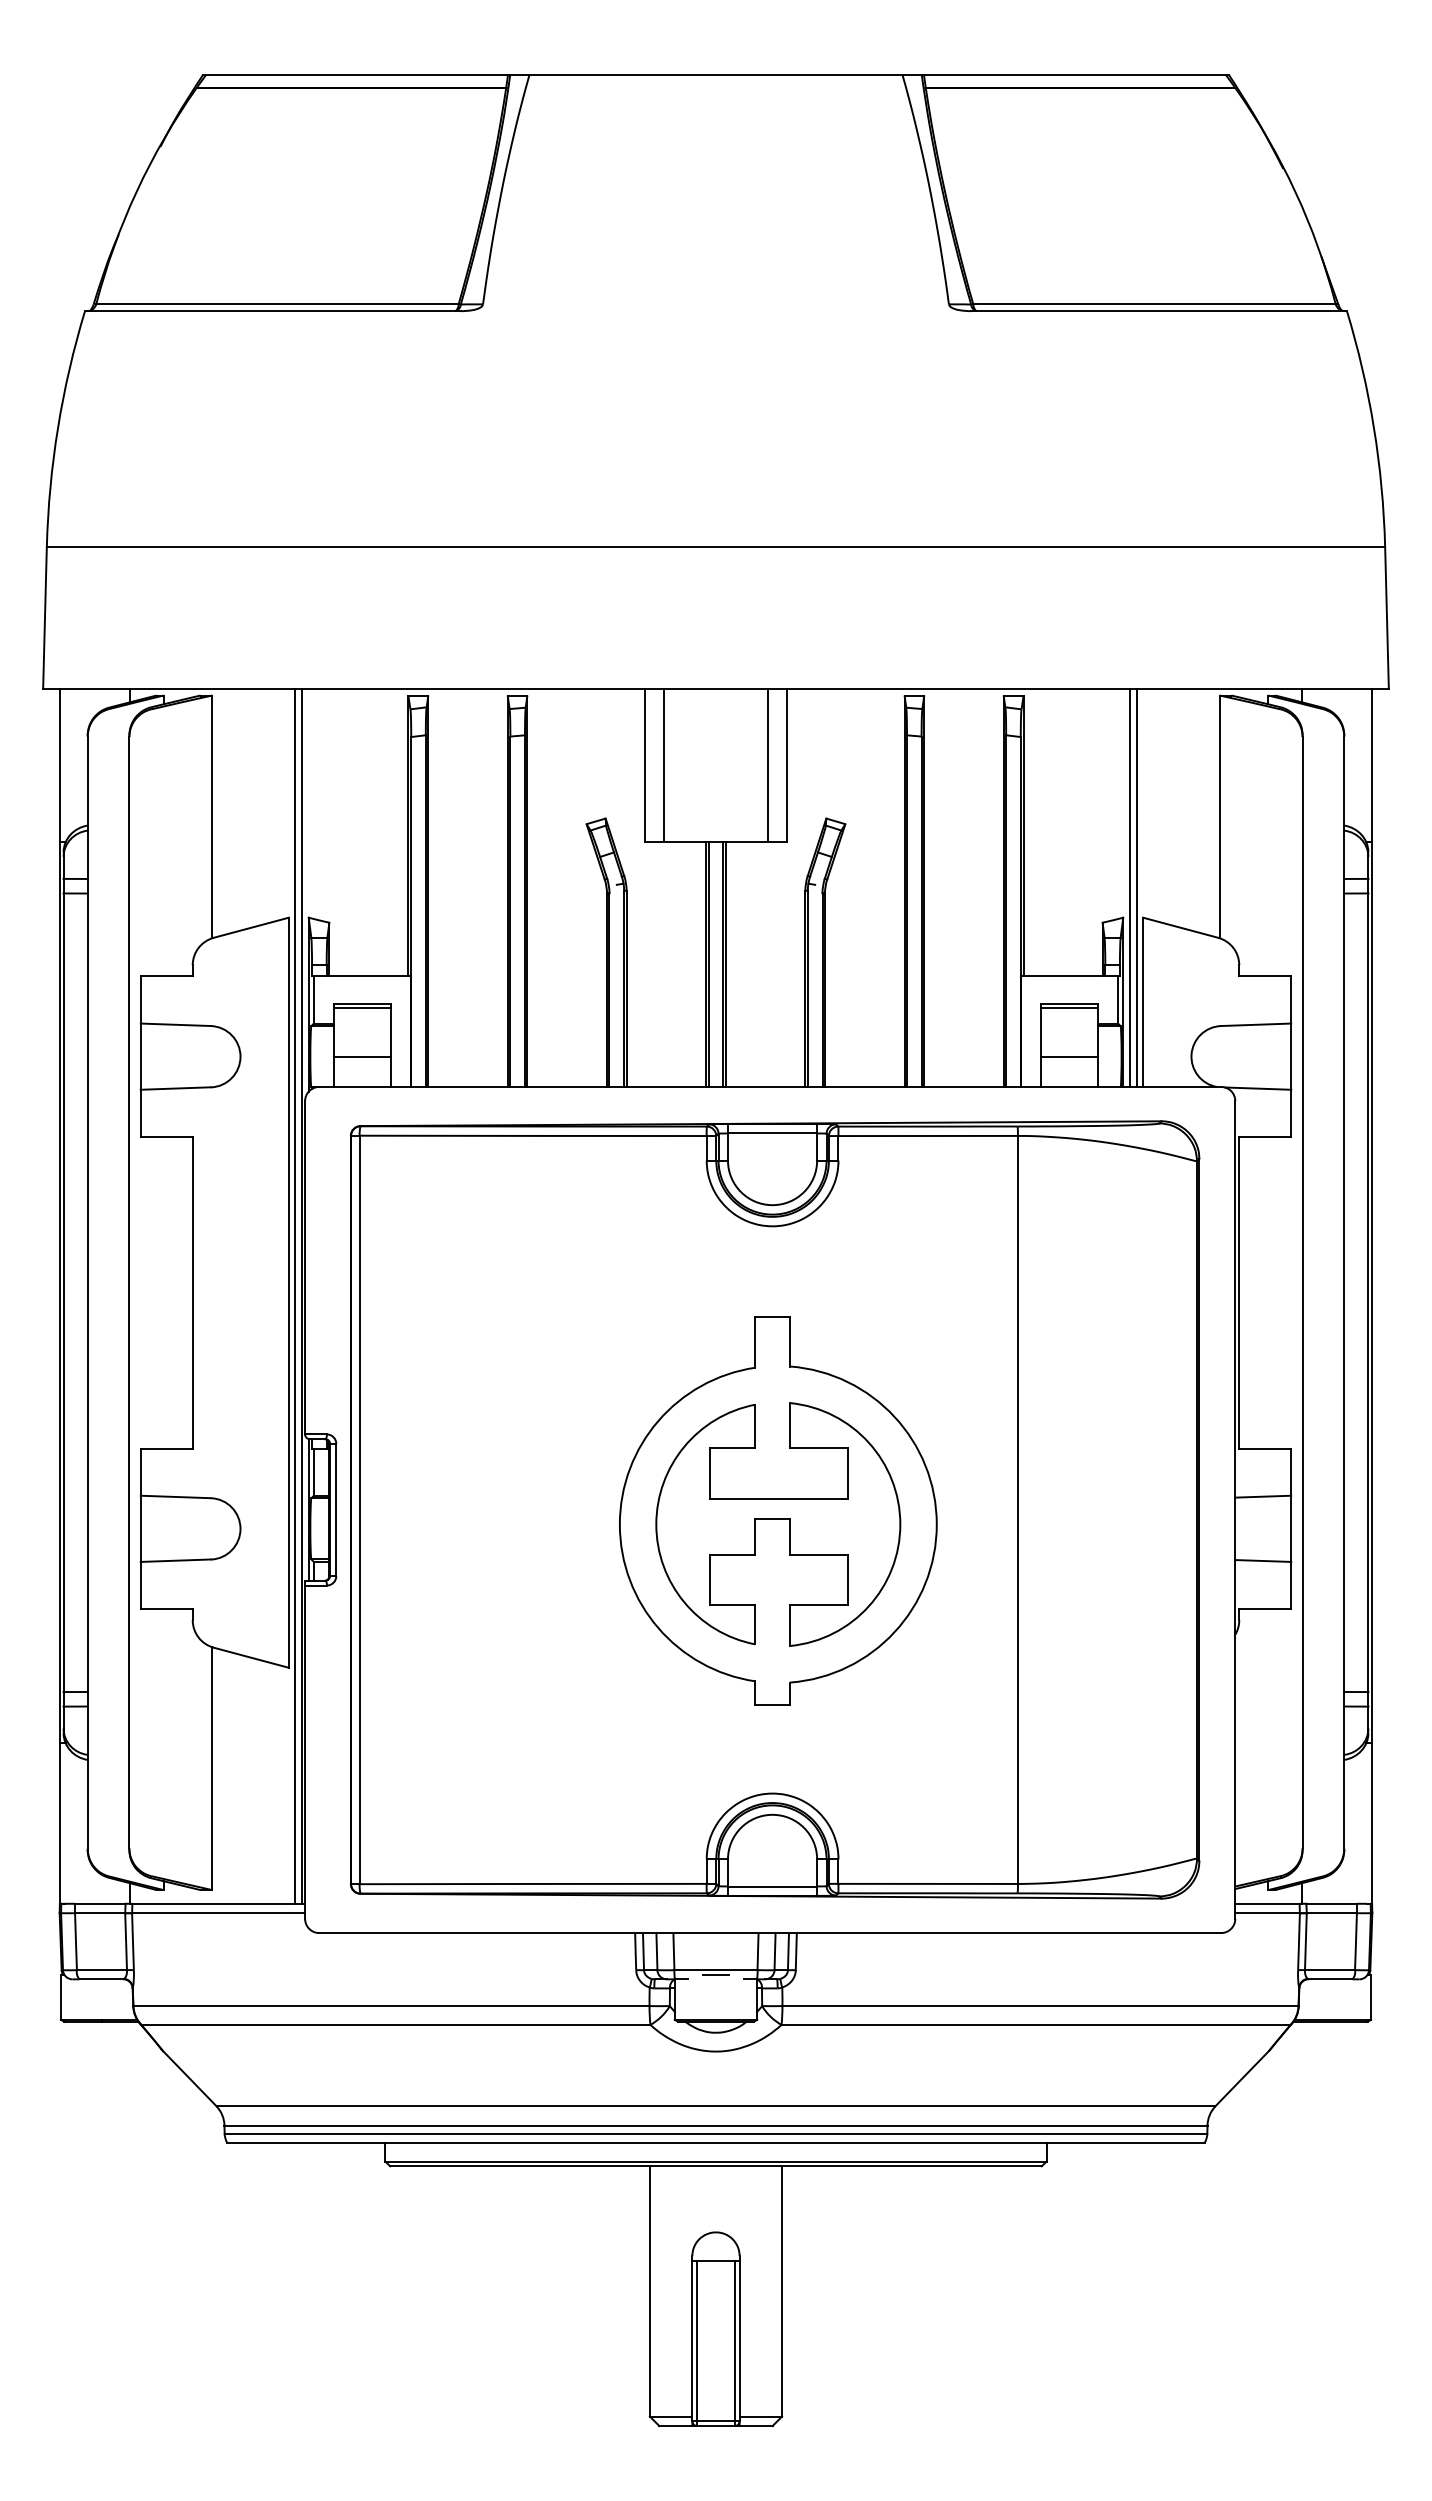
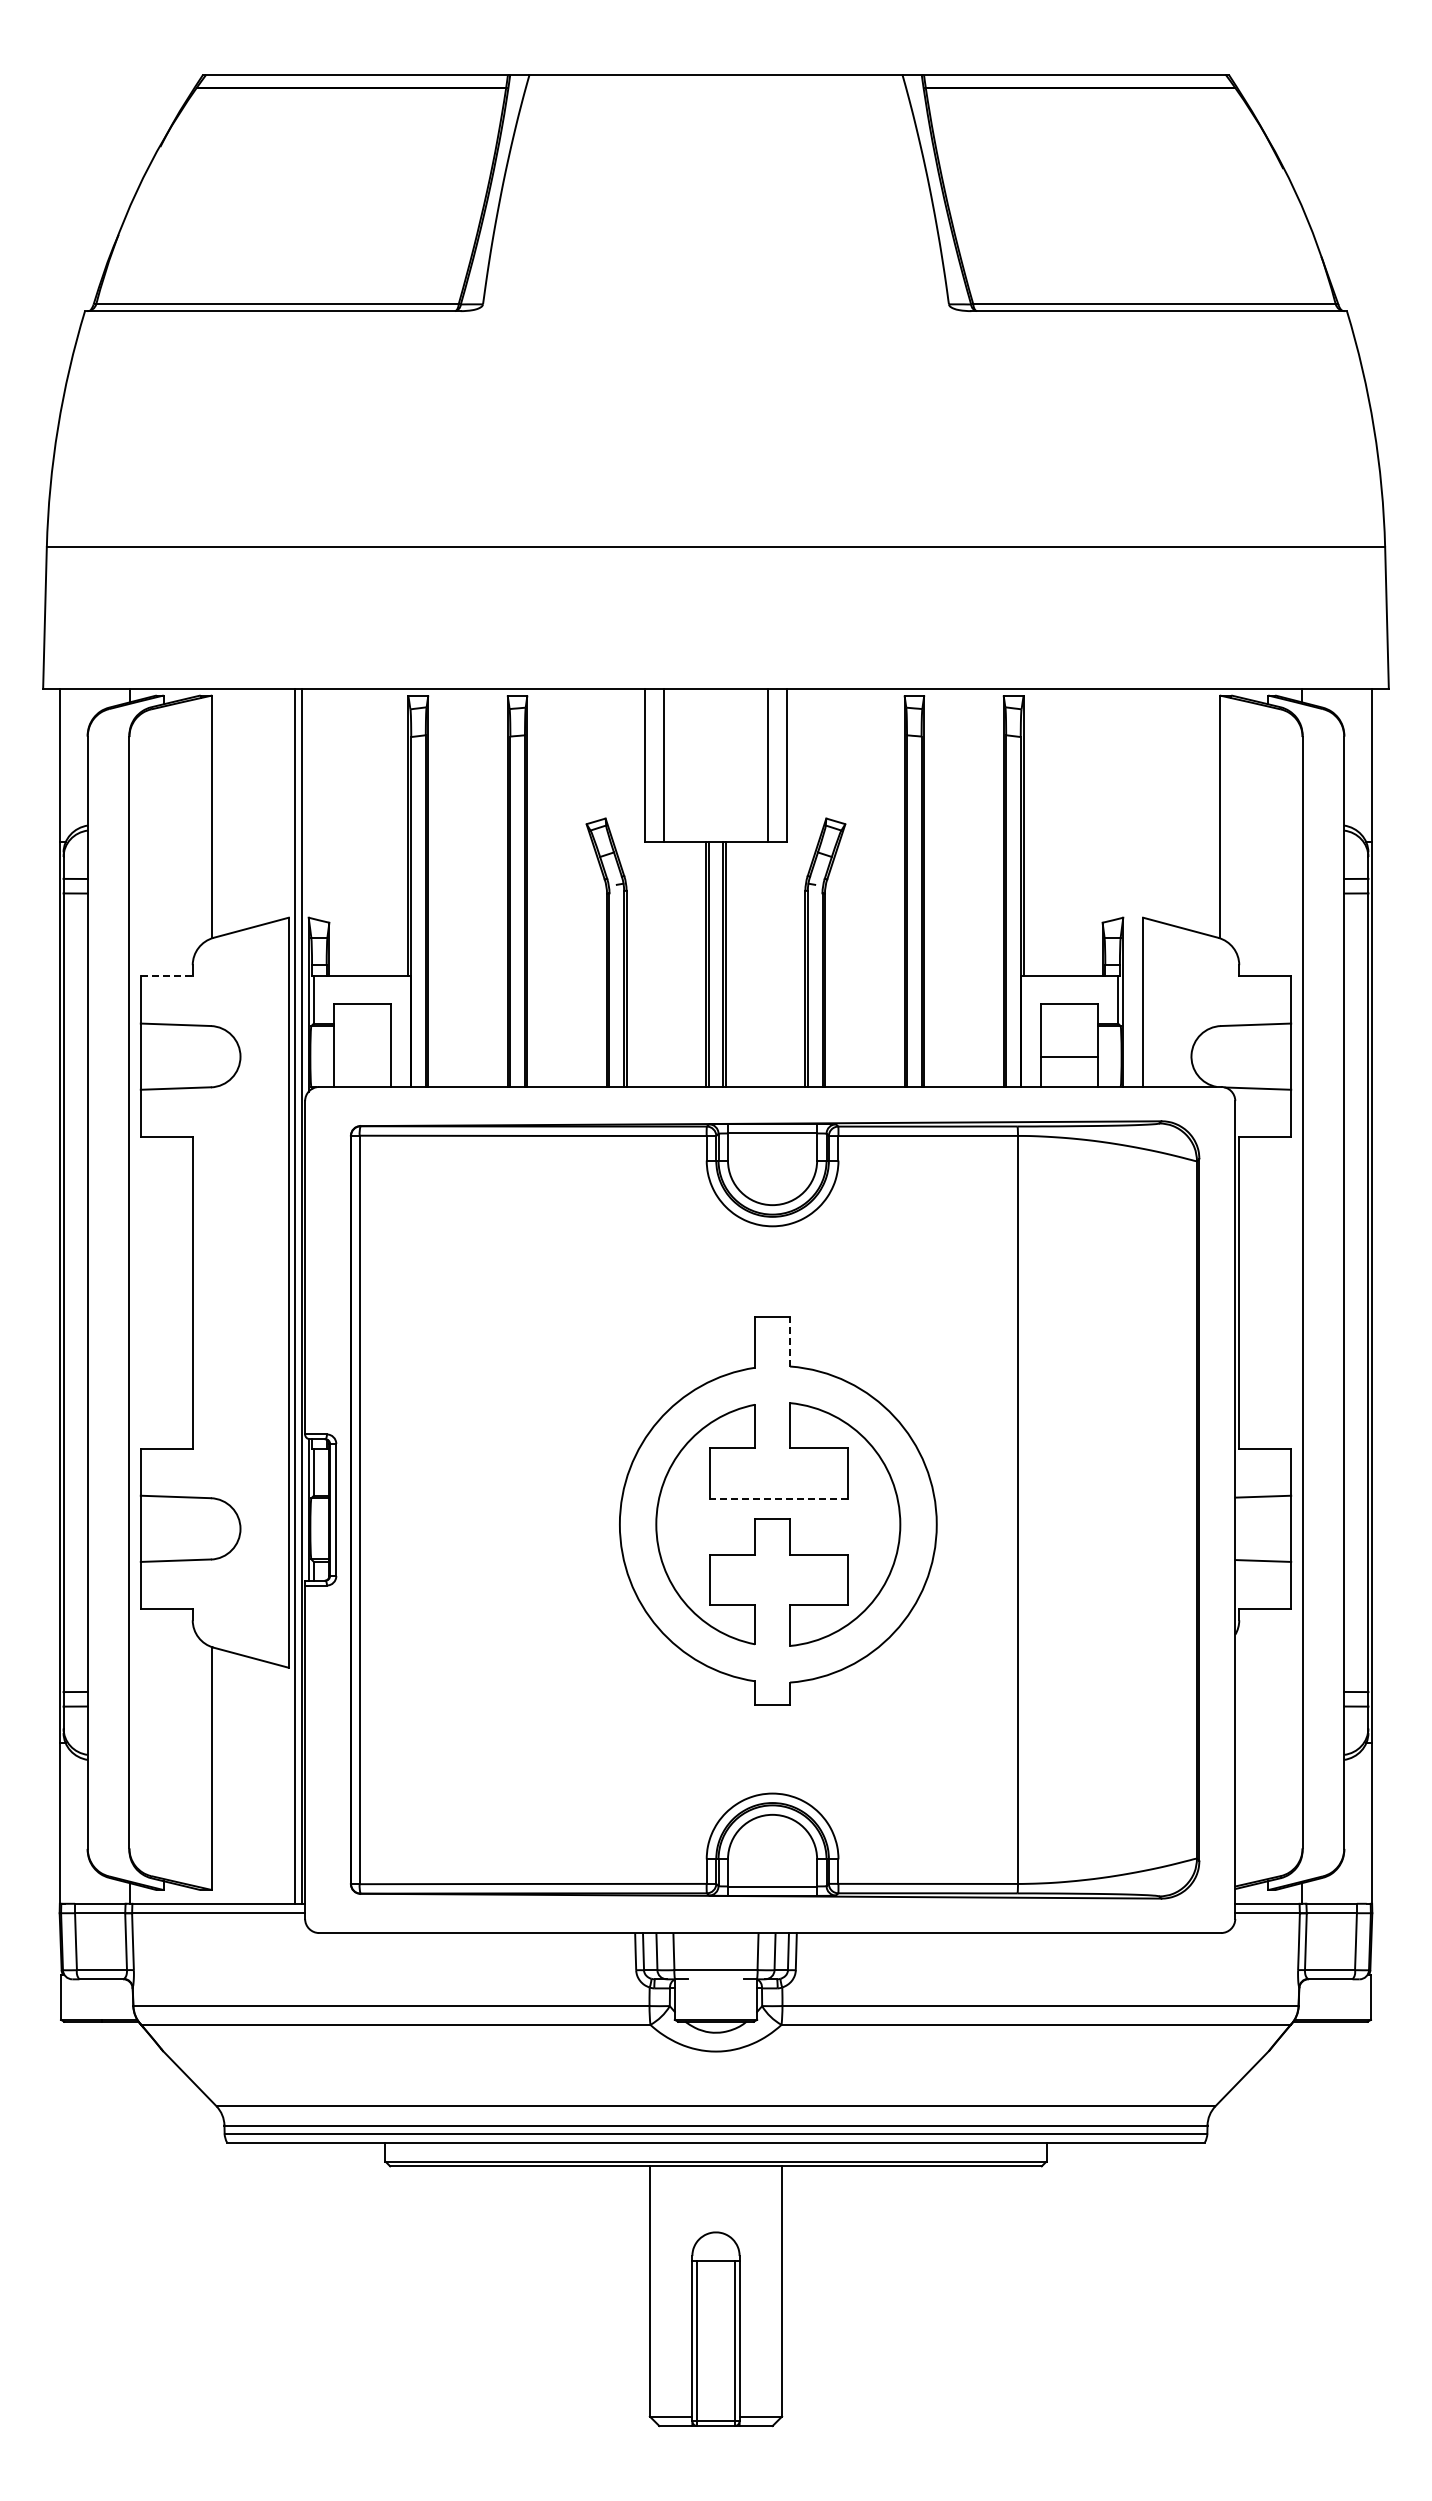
line at (1129, 887): present -> none
line at (1136, 887): present -> none
line at (166, 976): solid -> dashed
line at (362, 1007): present -> none
line at (1069, 1007): present -> none
line at (362, 1056): present -> none
line at (790, 1341): solid -> dashed
line at (778, 1498): solid -> dashed
line at (715, 1974): present -> none
